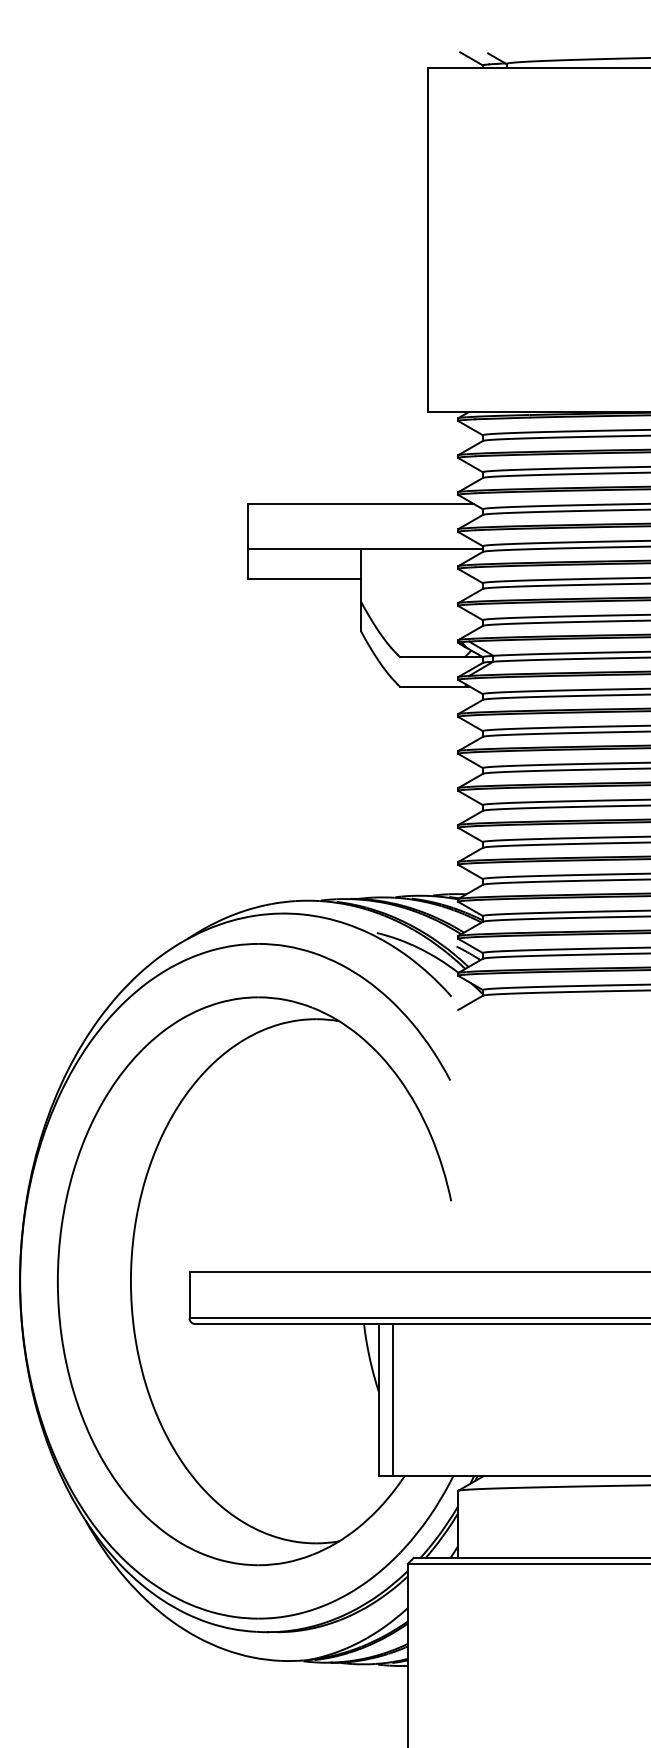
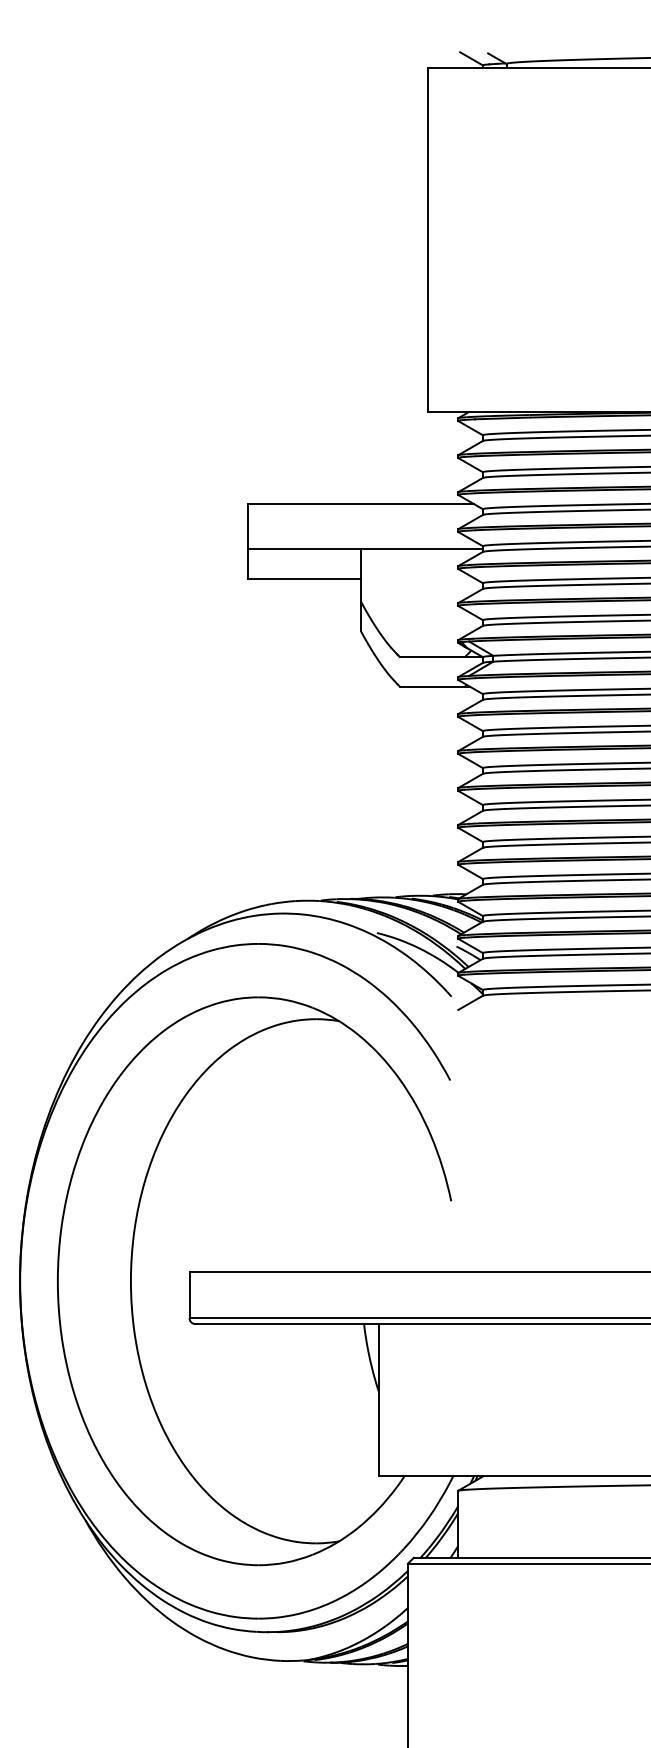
line at (393, 1399): present -> none
